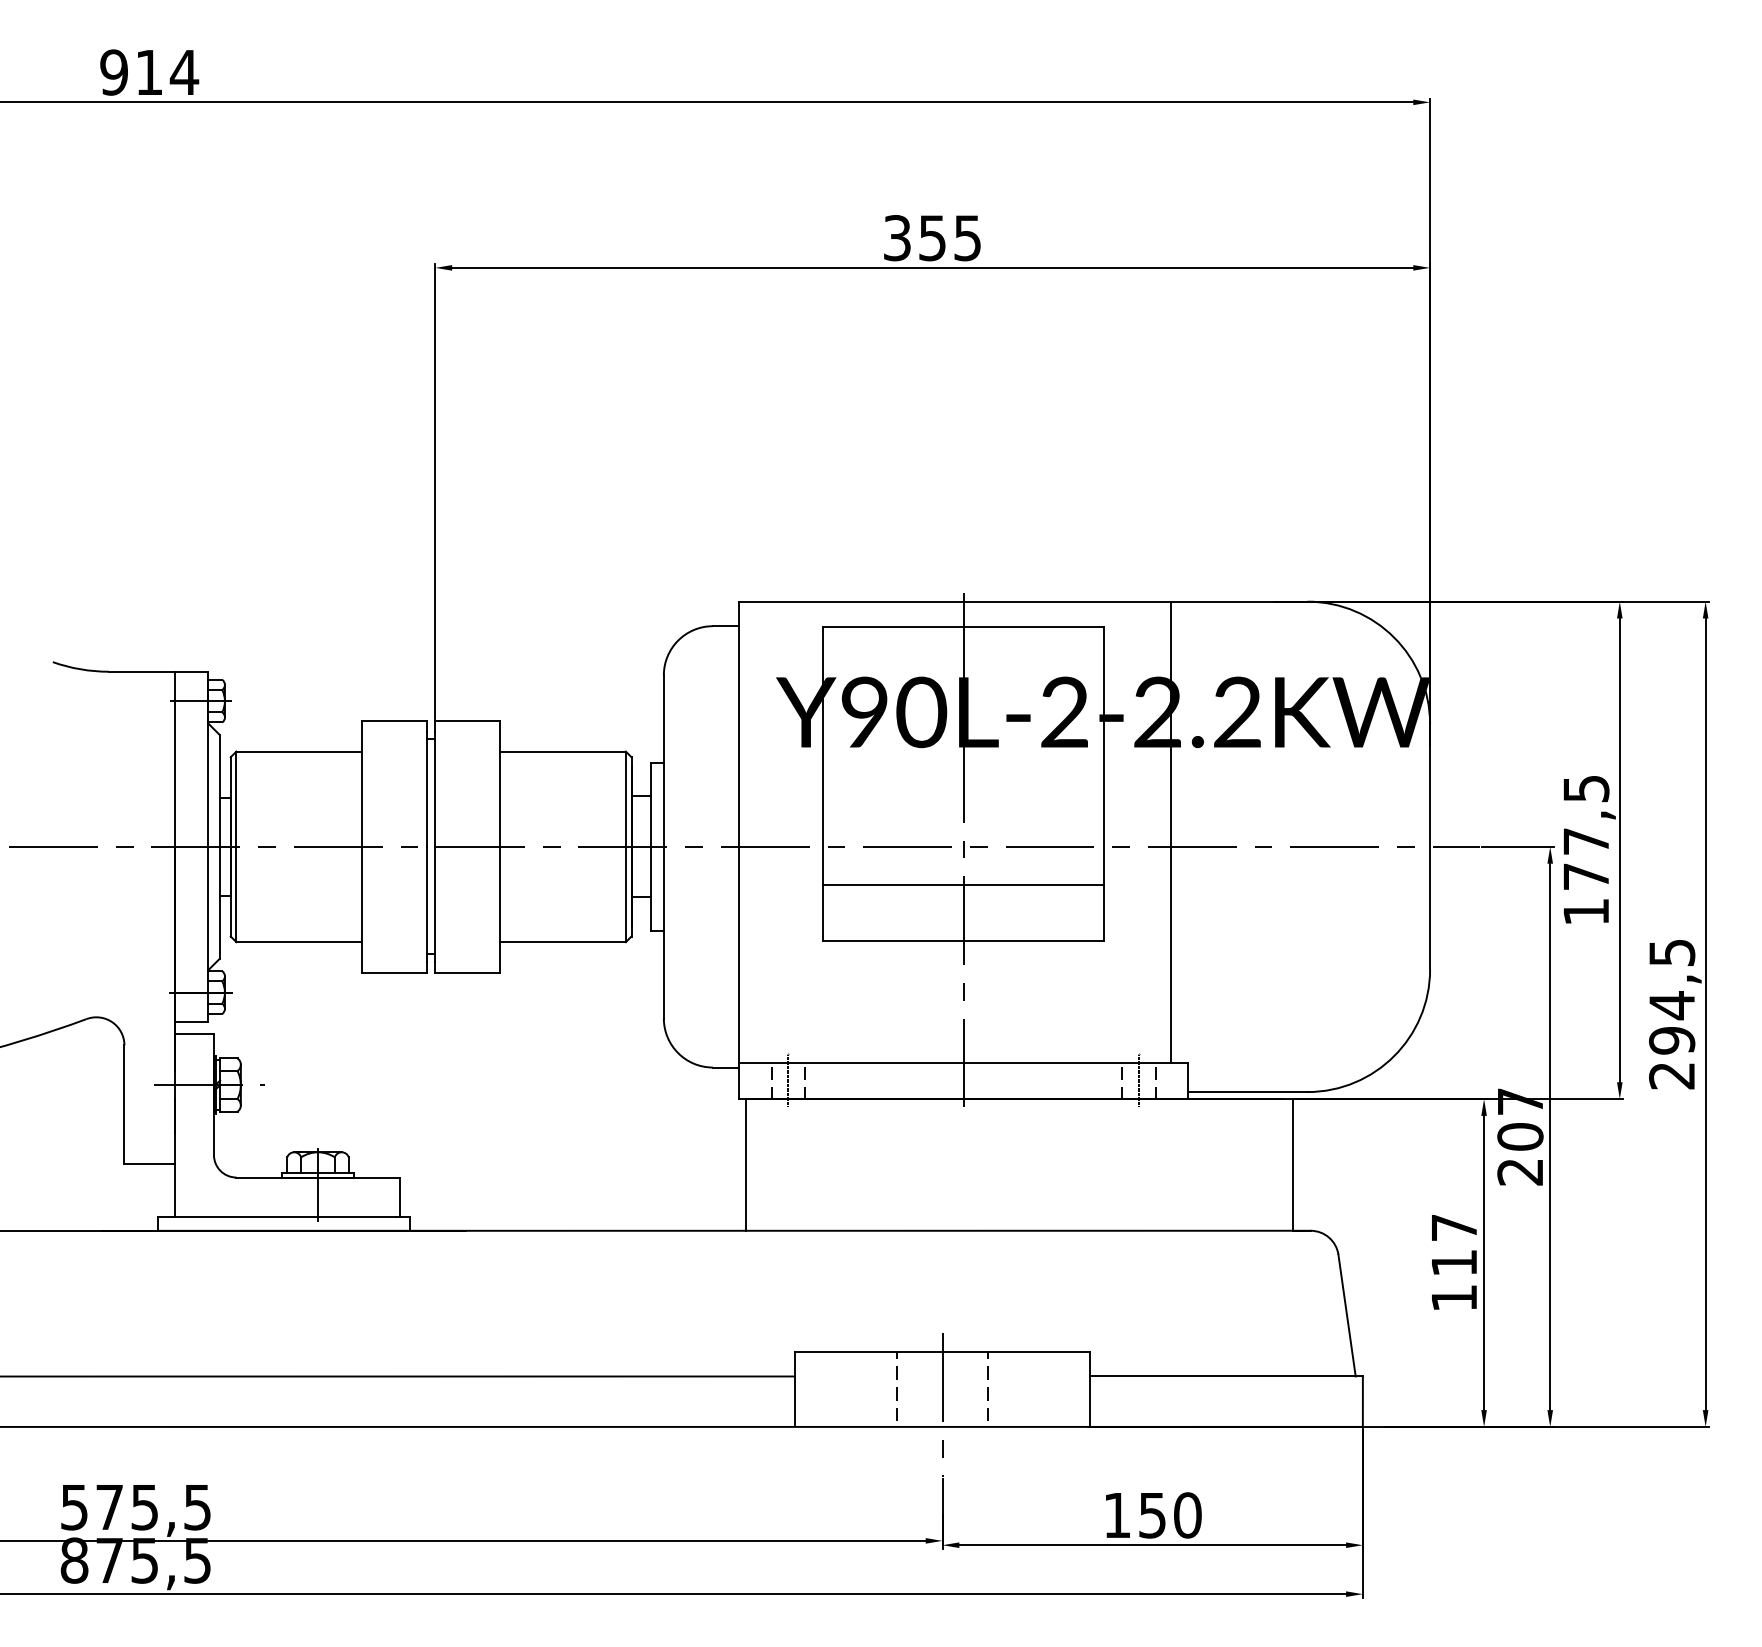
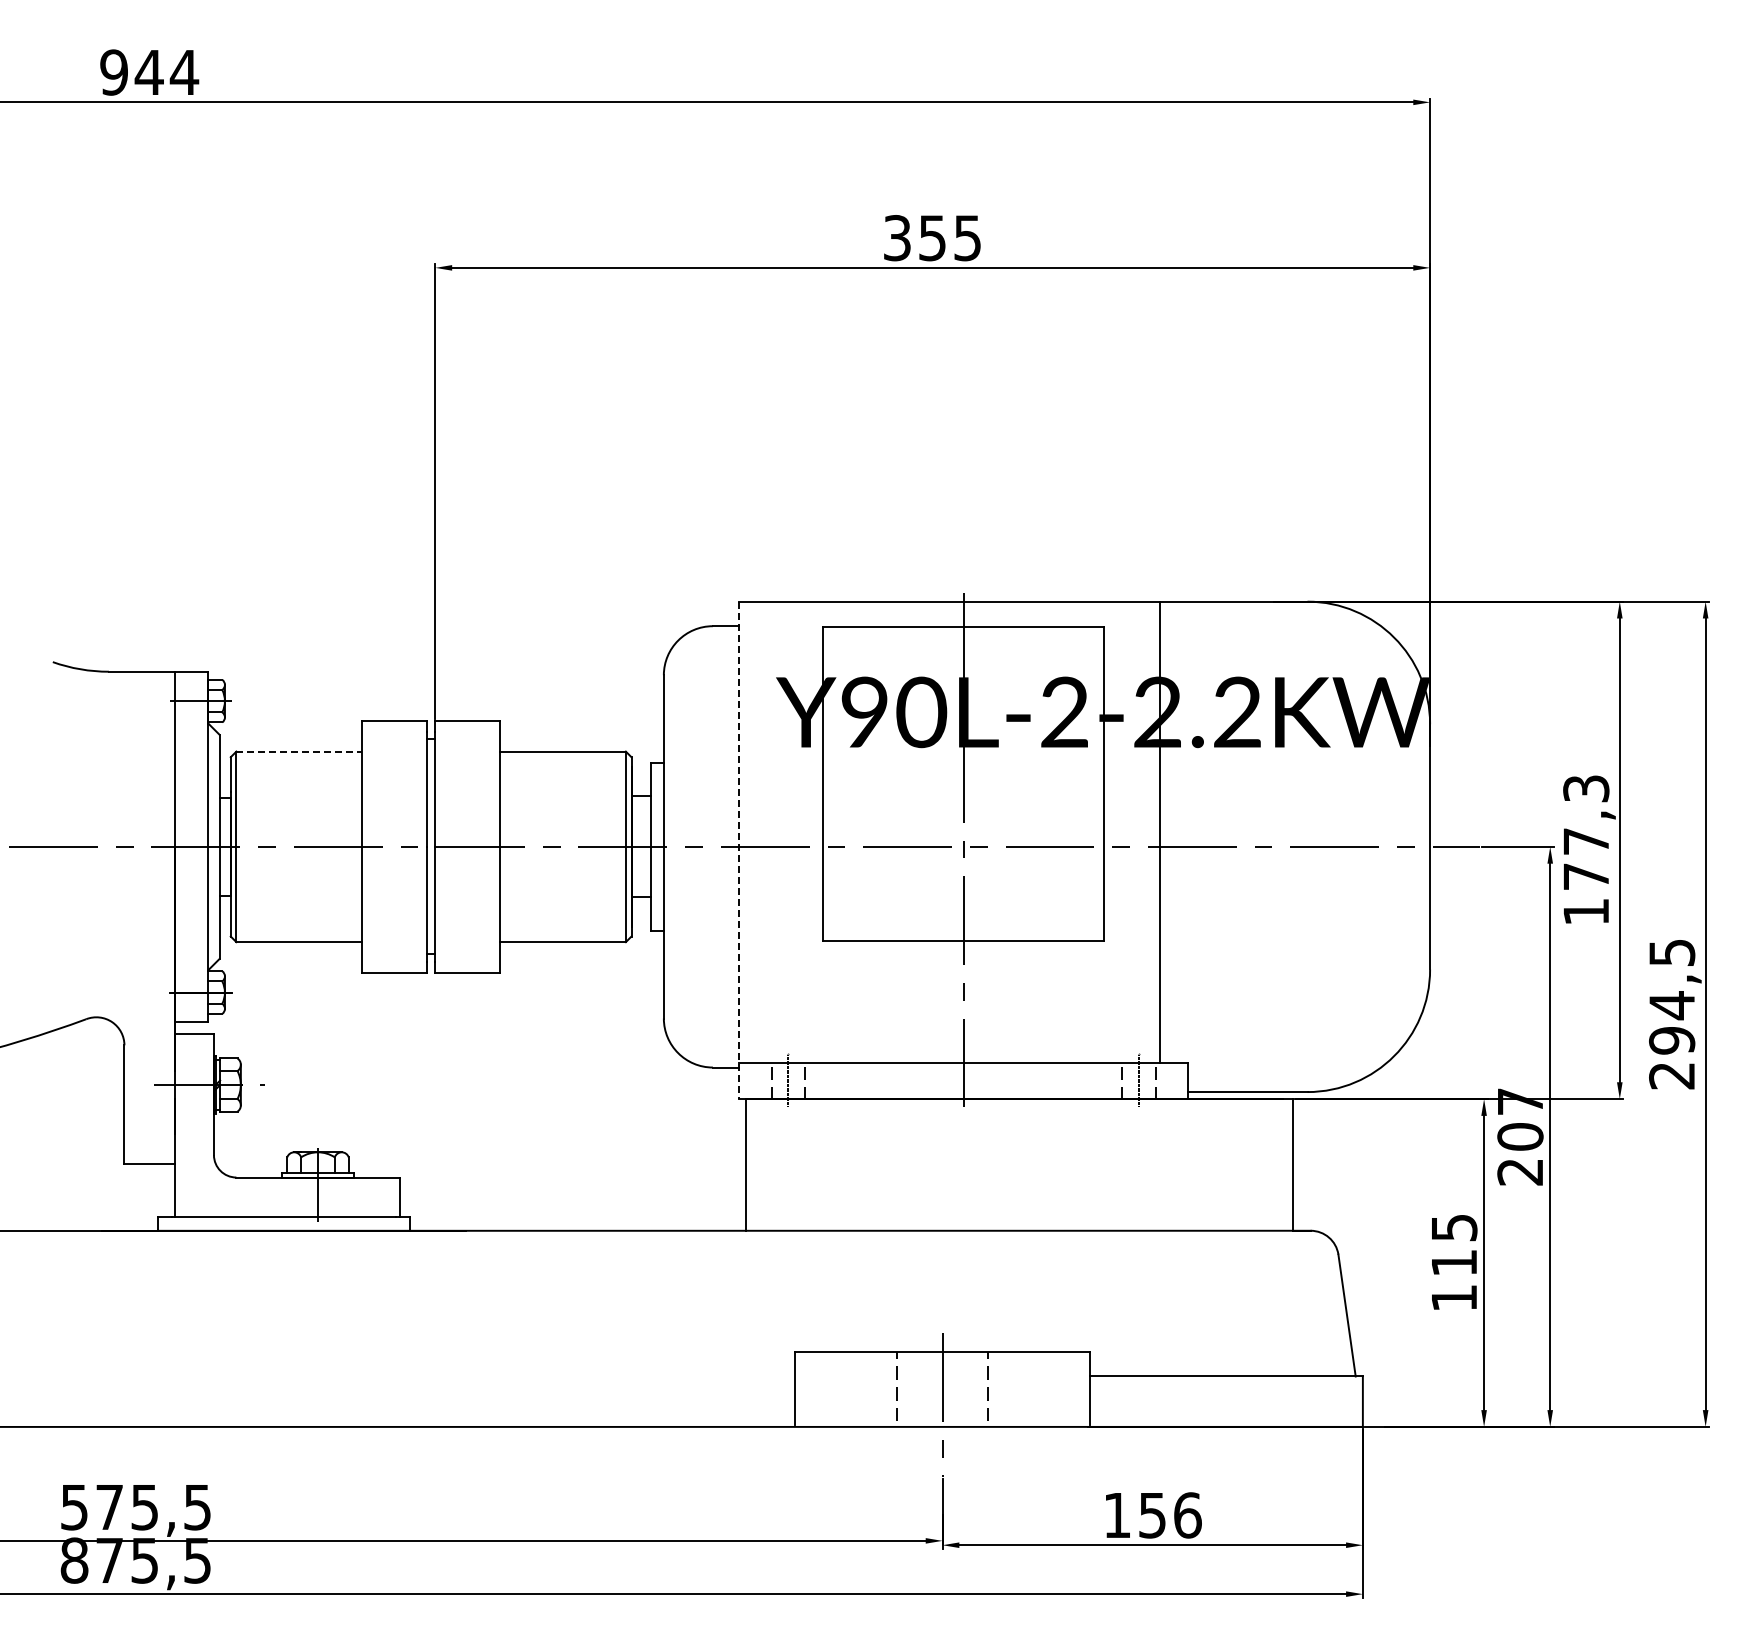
text at (148, 72): 914 -> 944
line at (299, 751): solid -> dashed
text at (1585, 788): 177,5 -> 177,3
line at (1171, 831) position: (1171, 831) -> (1160, 831)
line at (739, 850): solid -> dashed
line at (963, 885): present -> none
text at (1454, 1228): 117 -> 115
line at (398, 1376): present -> none
text at (1187, 1515): 150 -> 156
